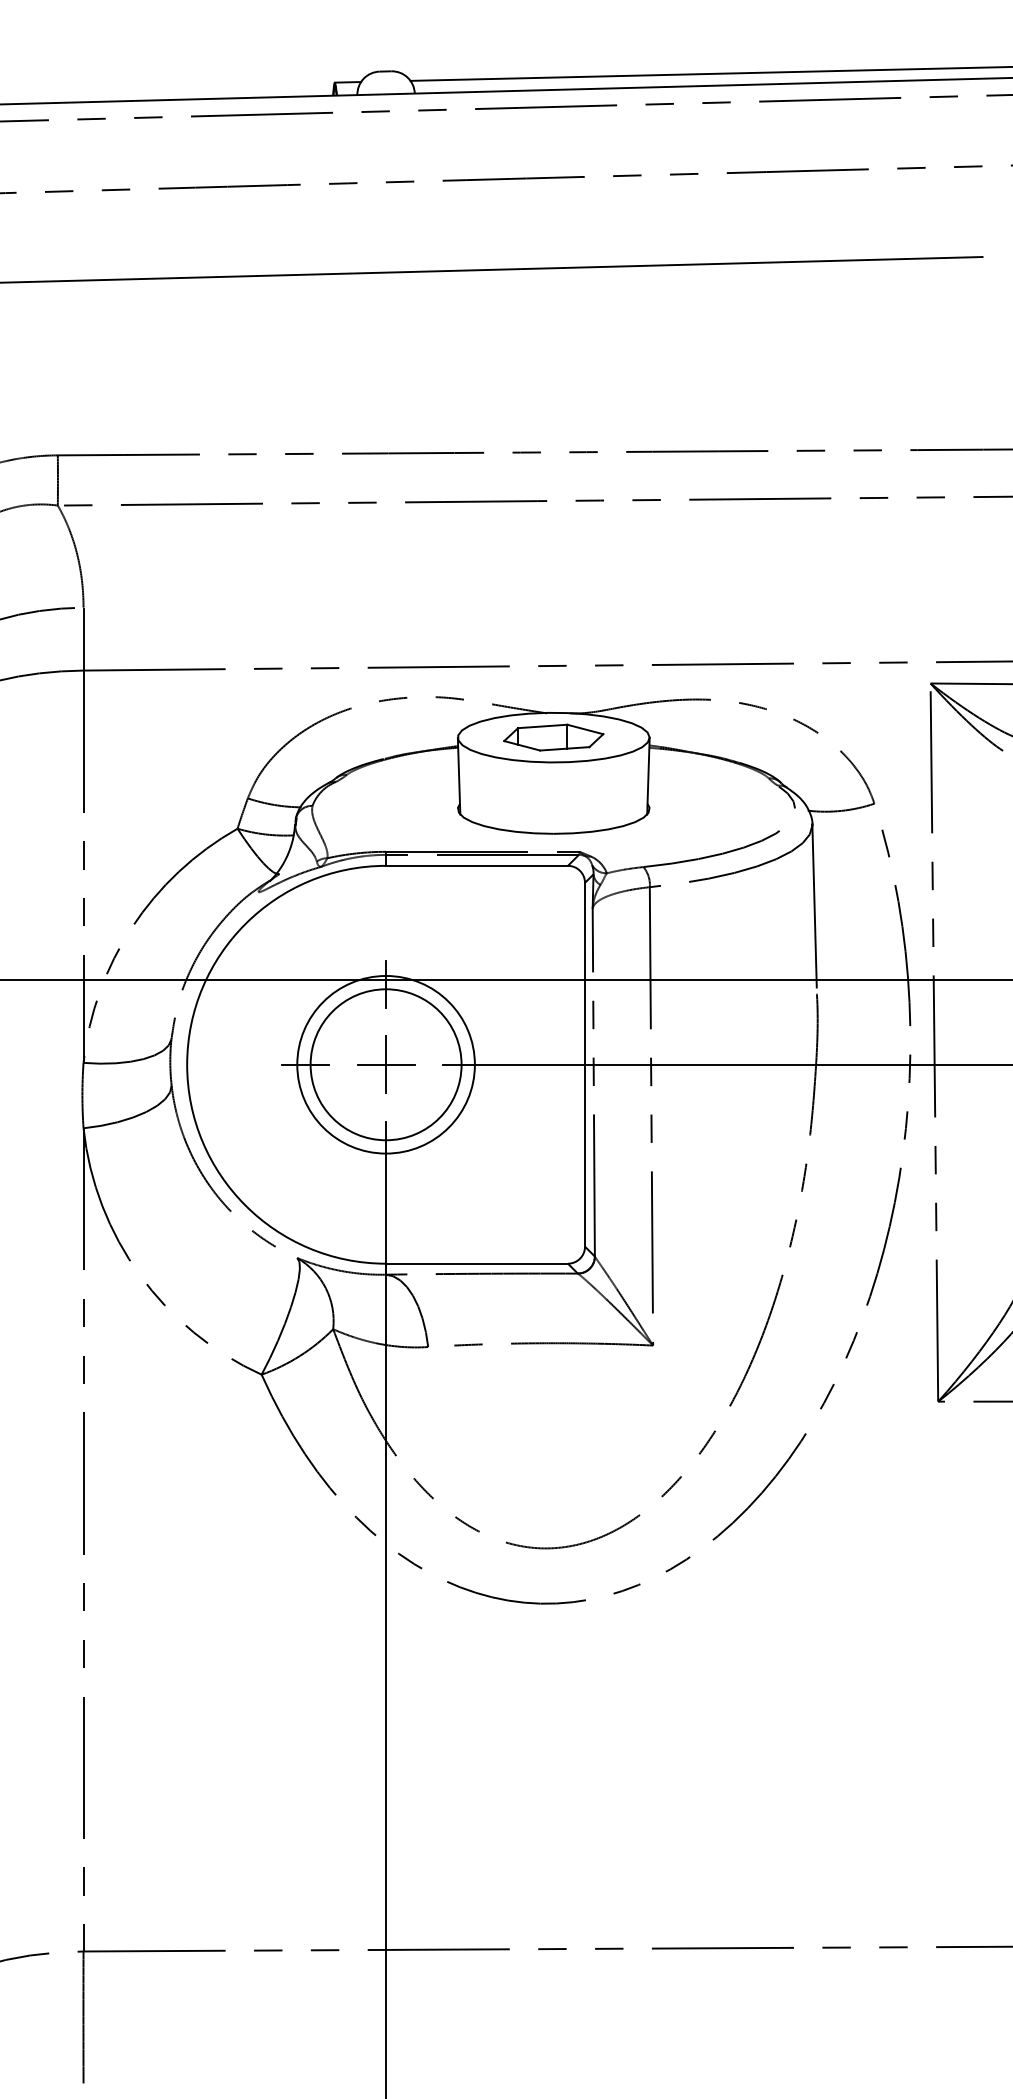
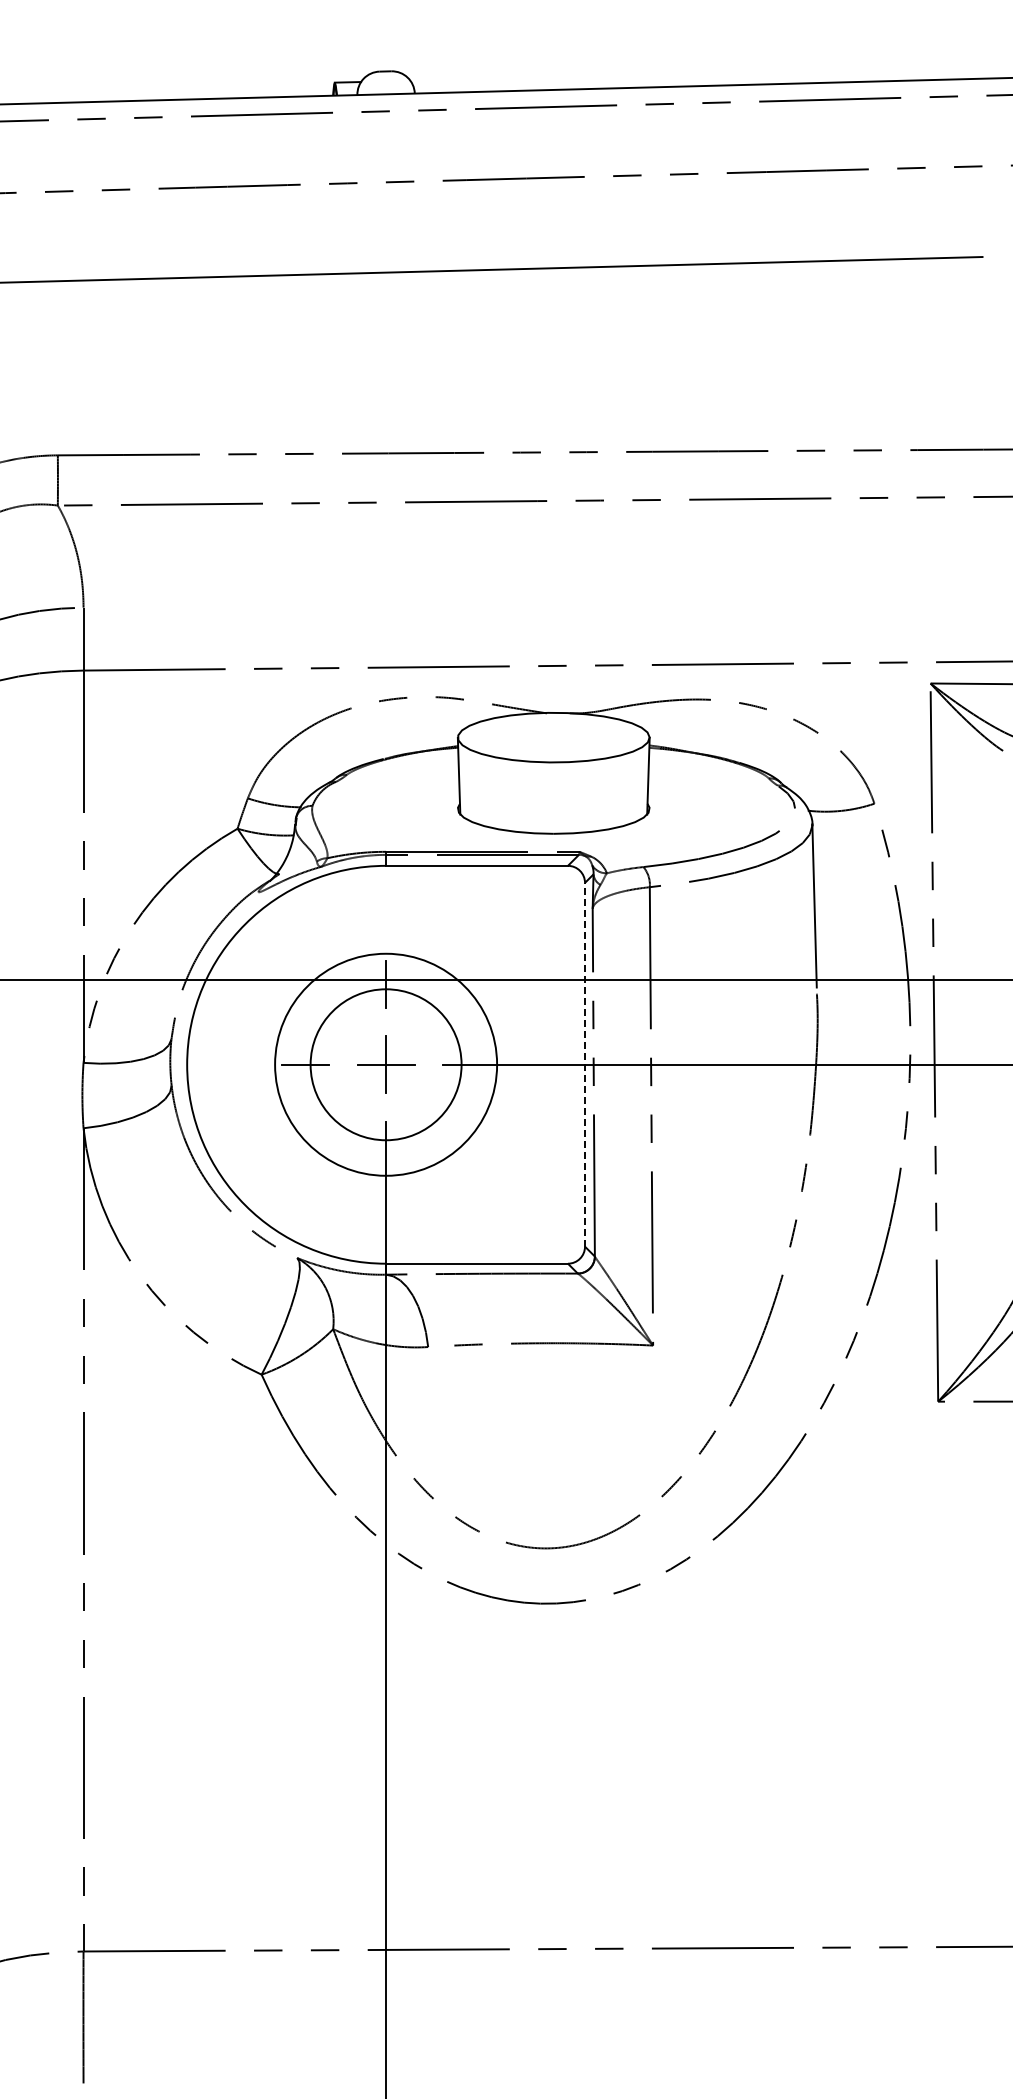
line at (709, 73): present -> none
part at (553, 737): present -> none
circle at (385, 1064) diameter: 178 px -> 222 px
line at (585, 1064): solid -> dashed
